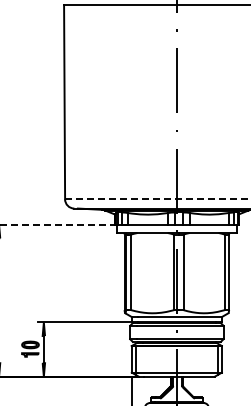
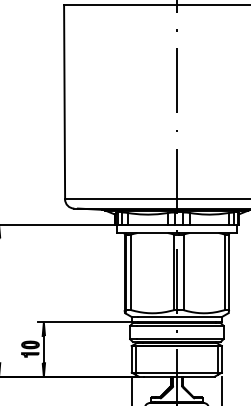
line at (157, 199): dashed -> solid
line at (64, 224): dashed -> solid
line at (221, 389): none -> present
